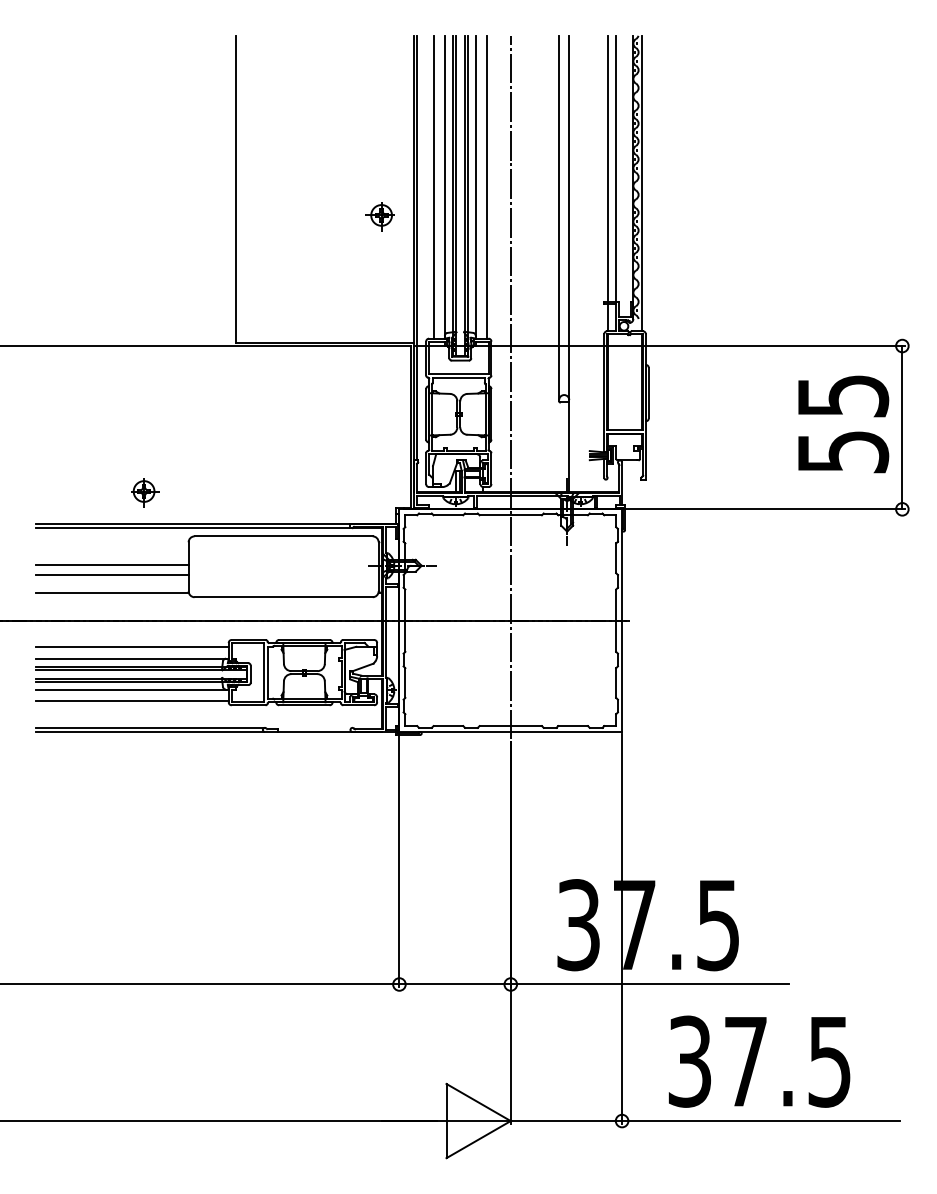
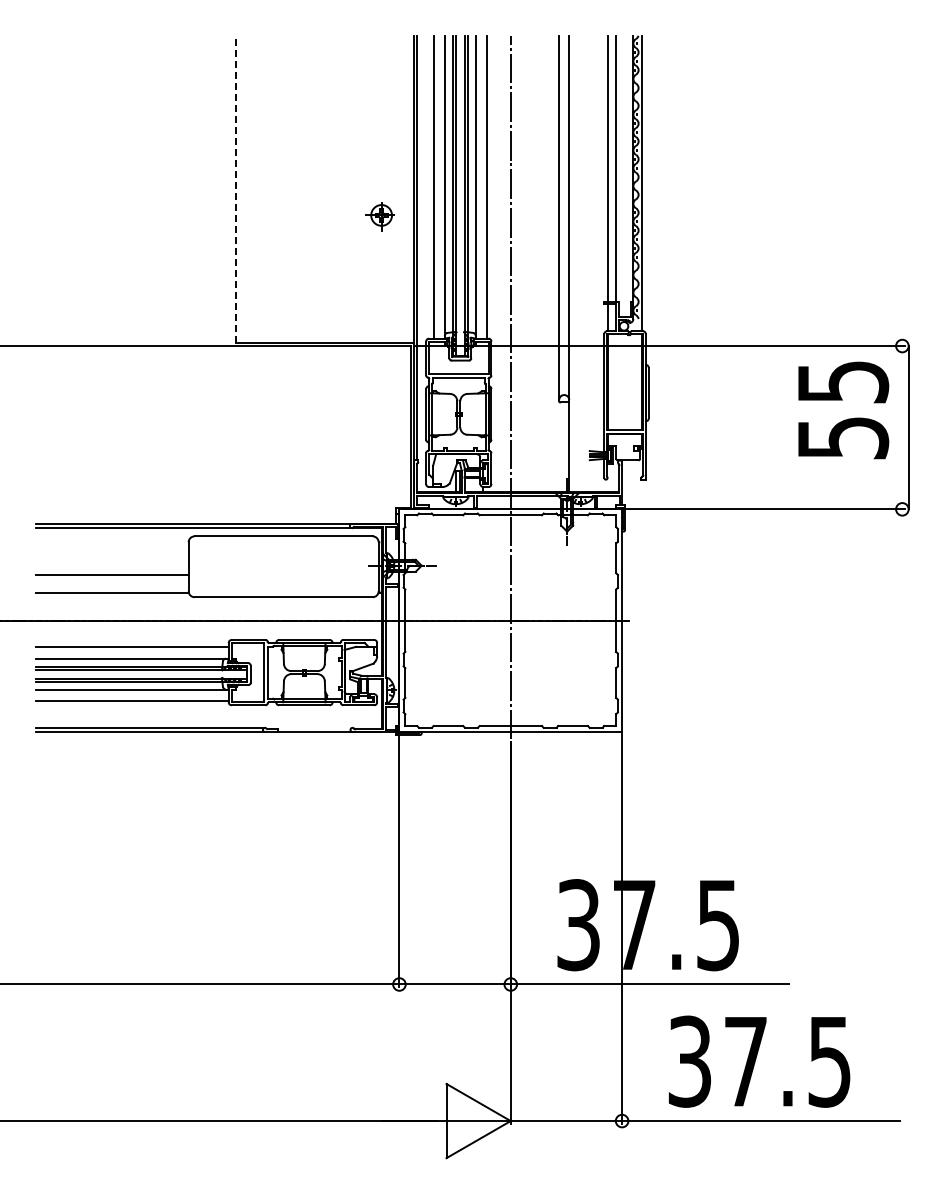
line at (236, 189): solid -> dashed
text at (843, 424) position: (843, 424) -> (843, 410)
line at (902, 427) position: (902, 427) -> (909, 427)
part at (145, 492): present -> none
line at (111, 565): present -> none
